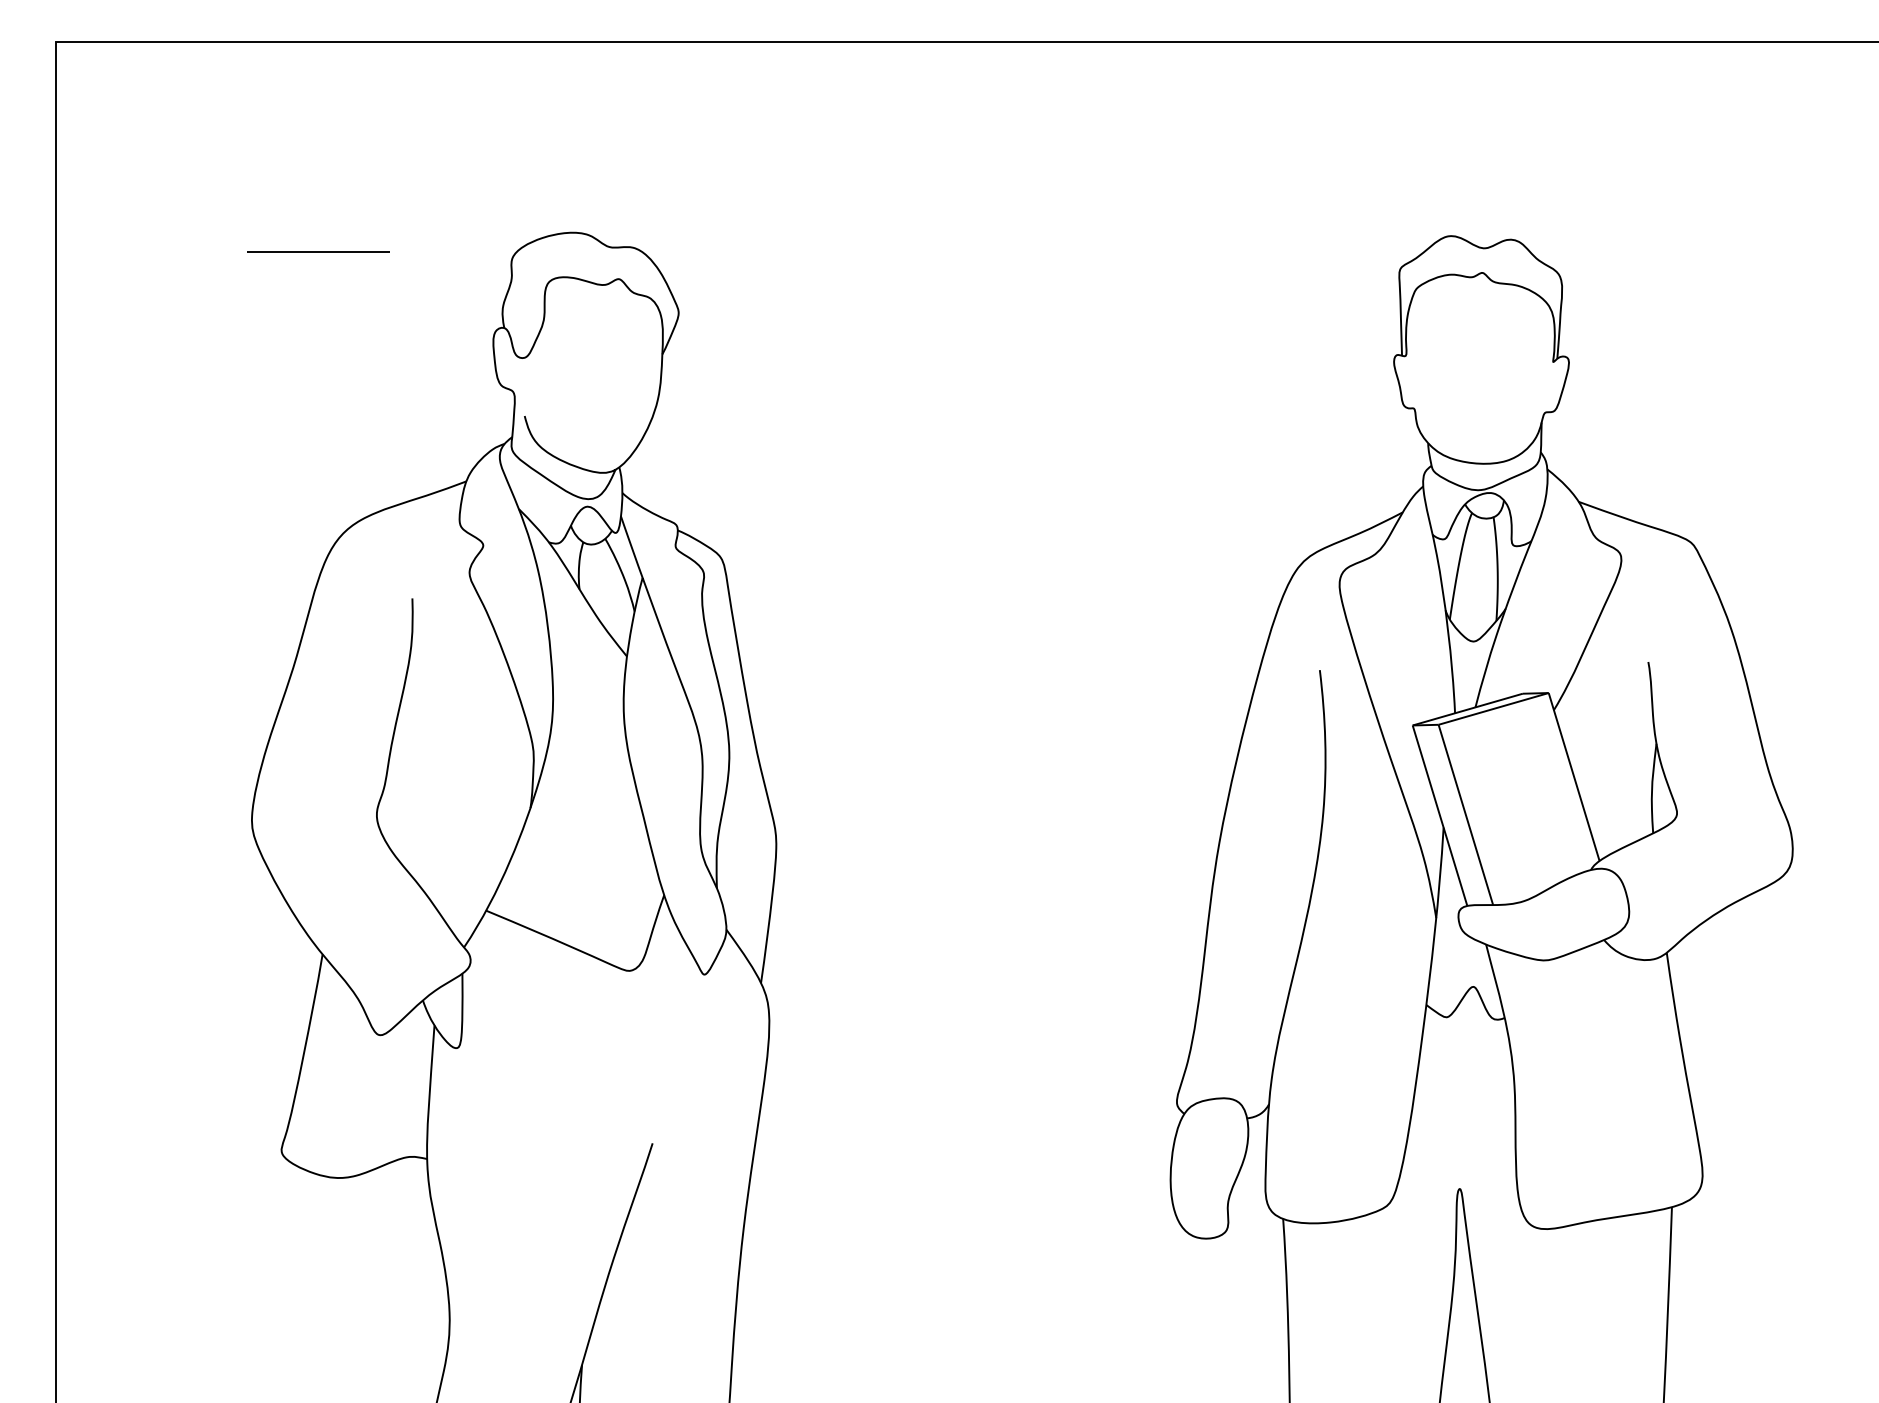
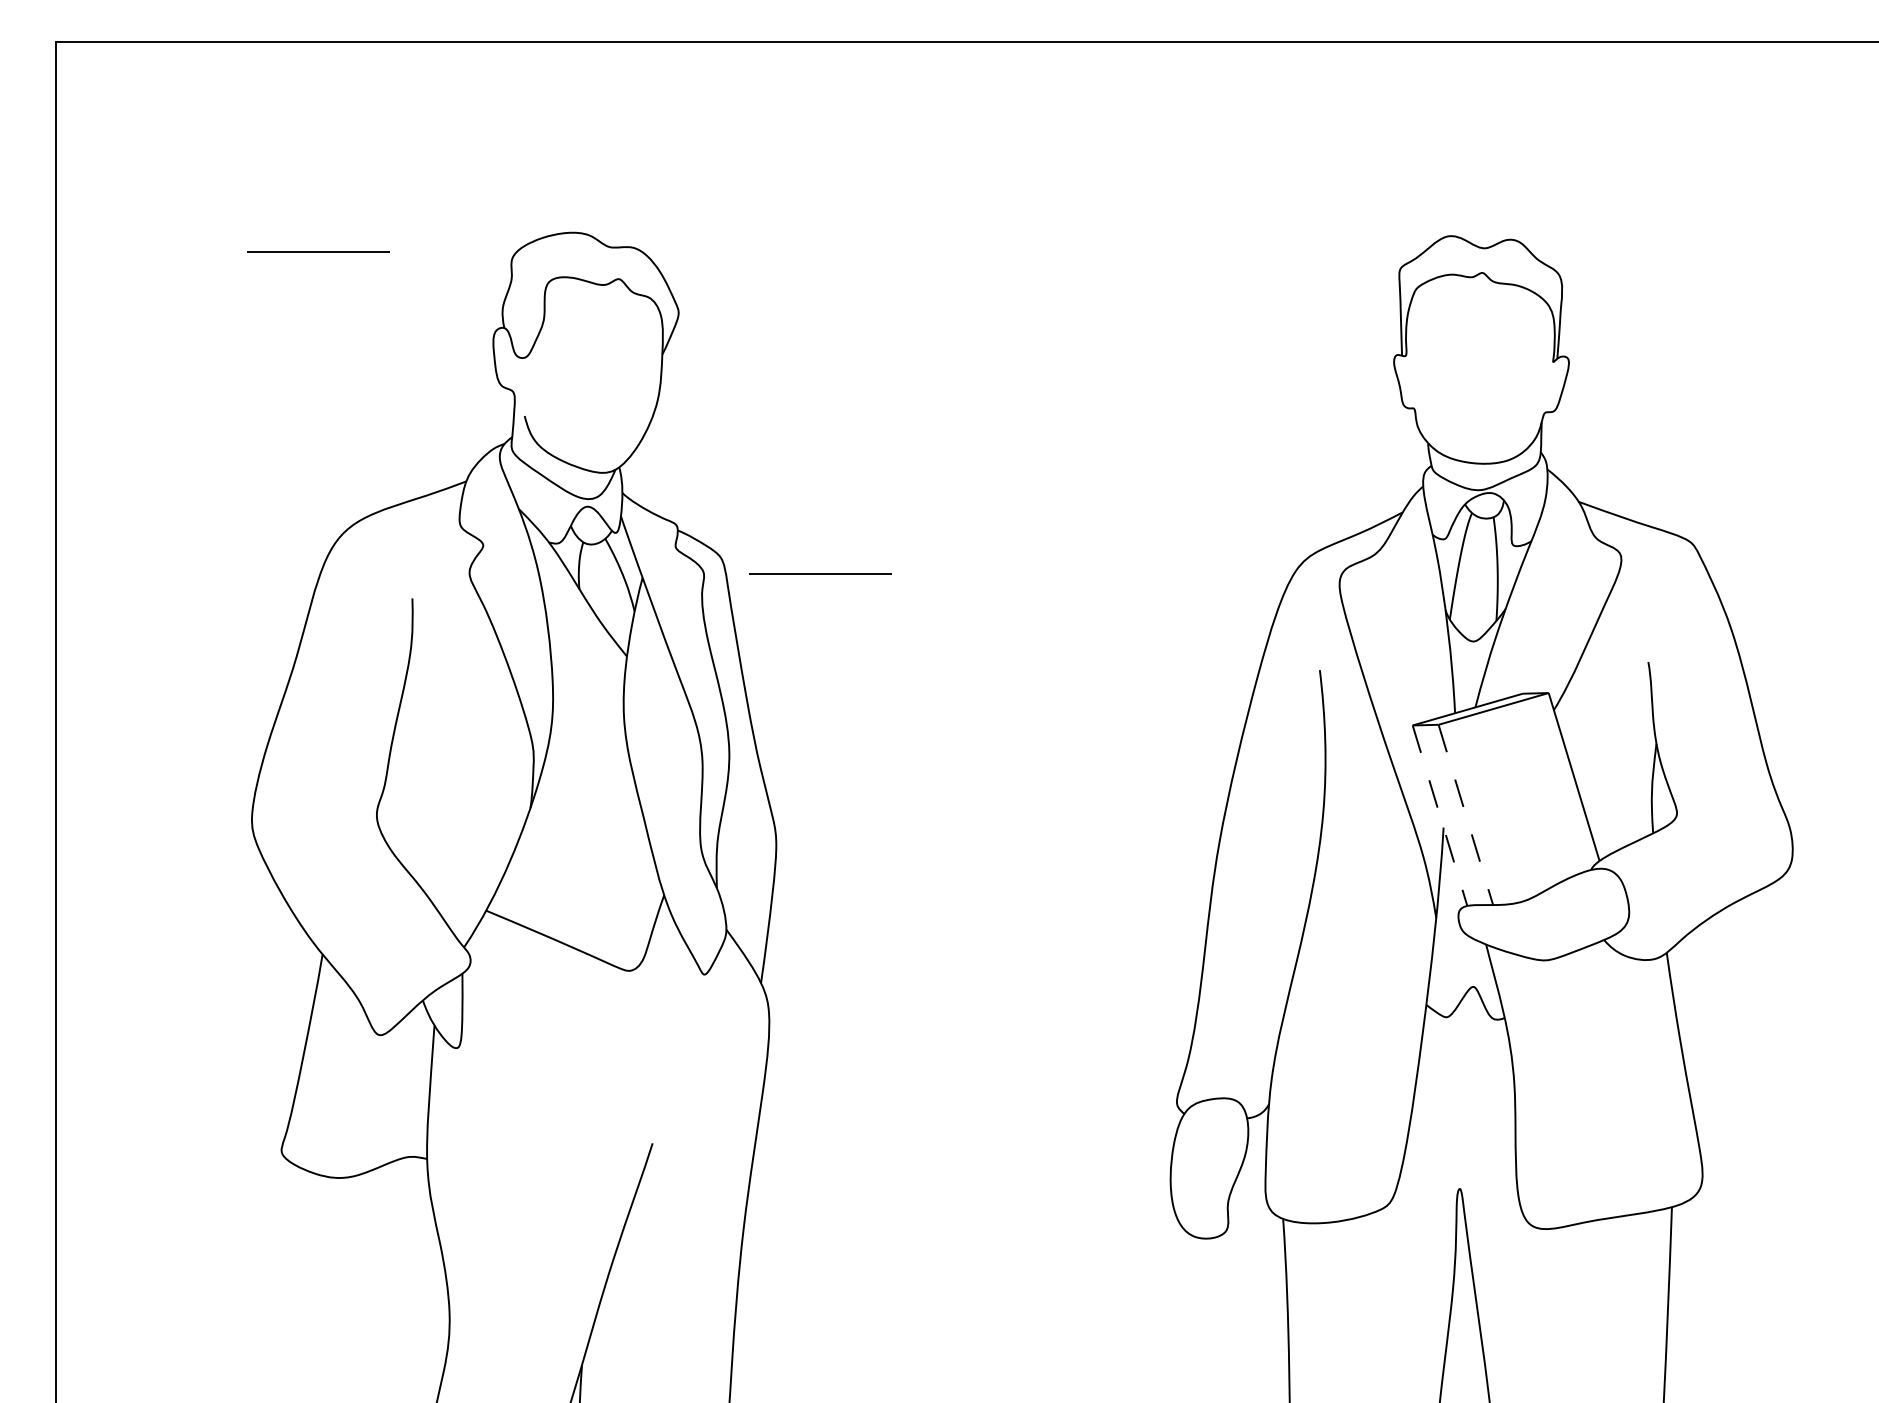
line at (820, 573): none -> present
line at (1466, 815): solid -> dashed
line at (1440, 816): solid -> dashed
